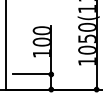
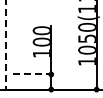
line at (5, 44): solid -> dashed
line at (32, 74): solid -> dashed
